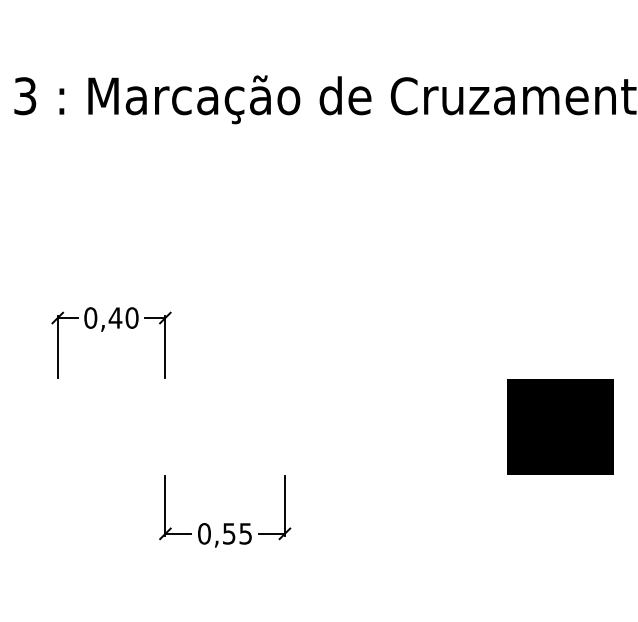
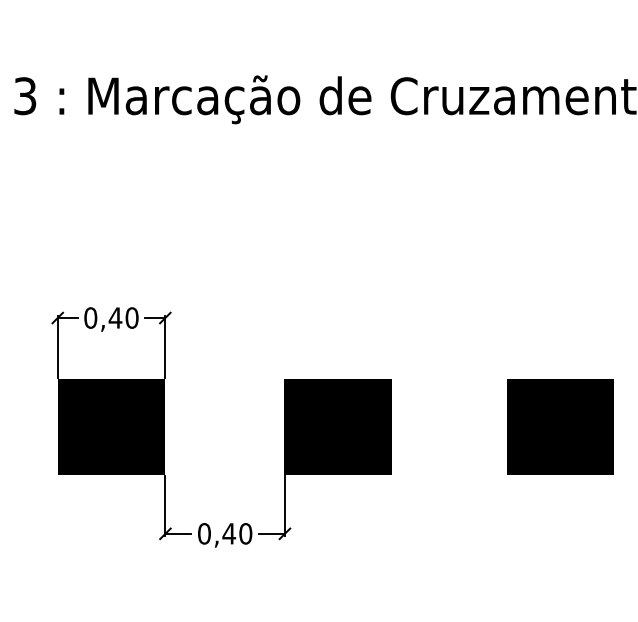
fill at (111, 426): none -> present
fill at (337, 426): none -> present
text at (237, 533): 0,55 -> 0,40
